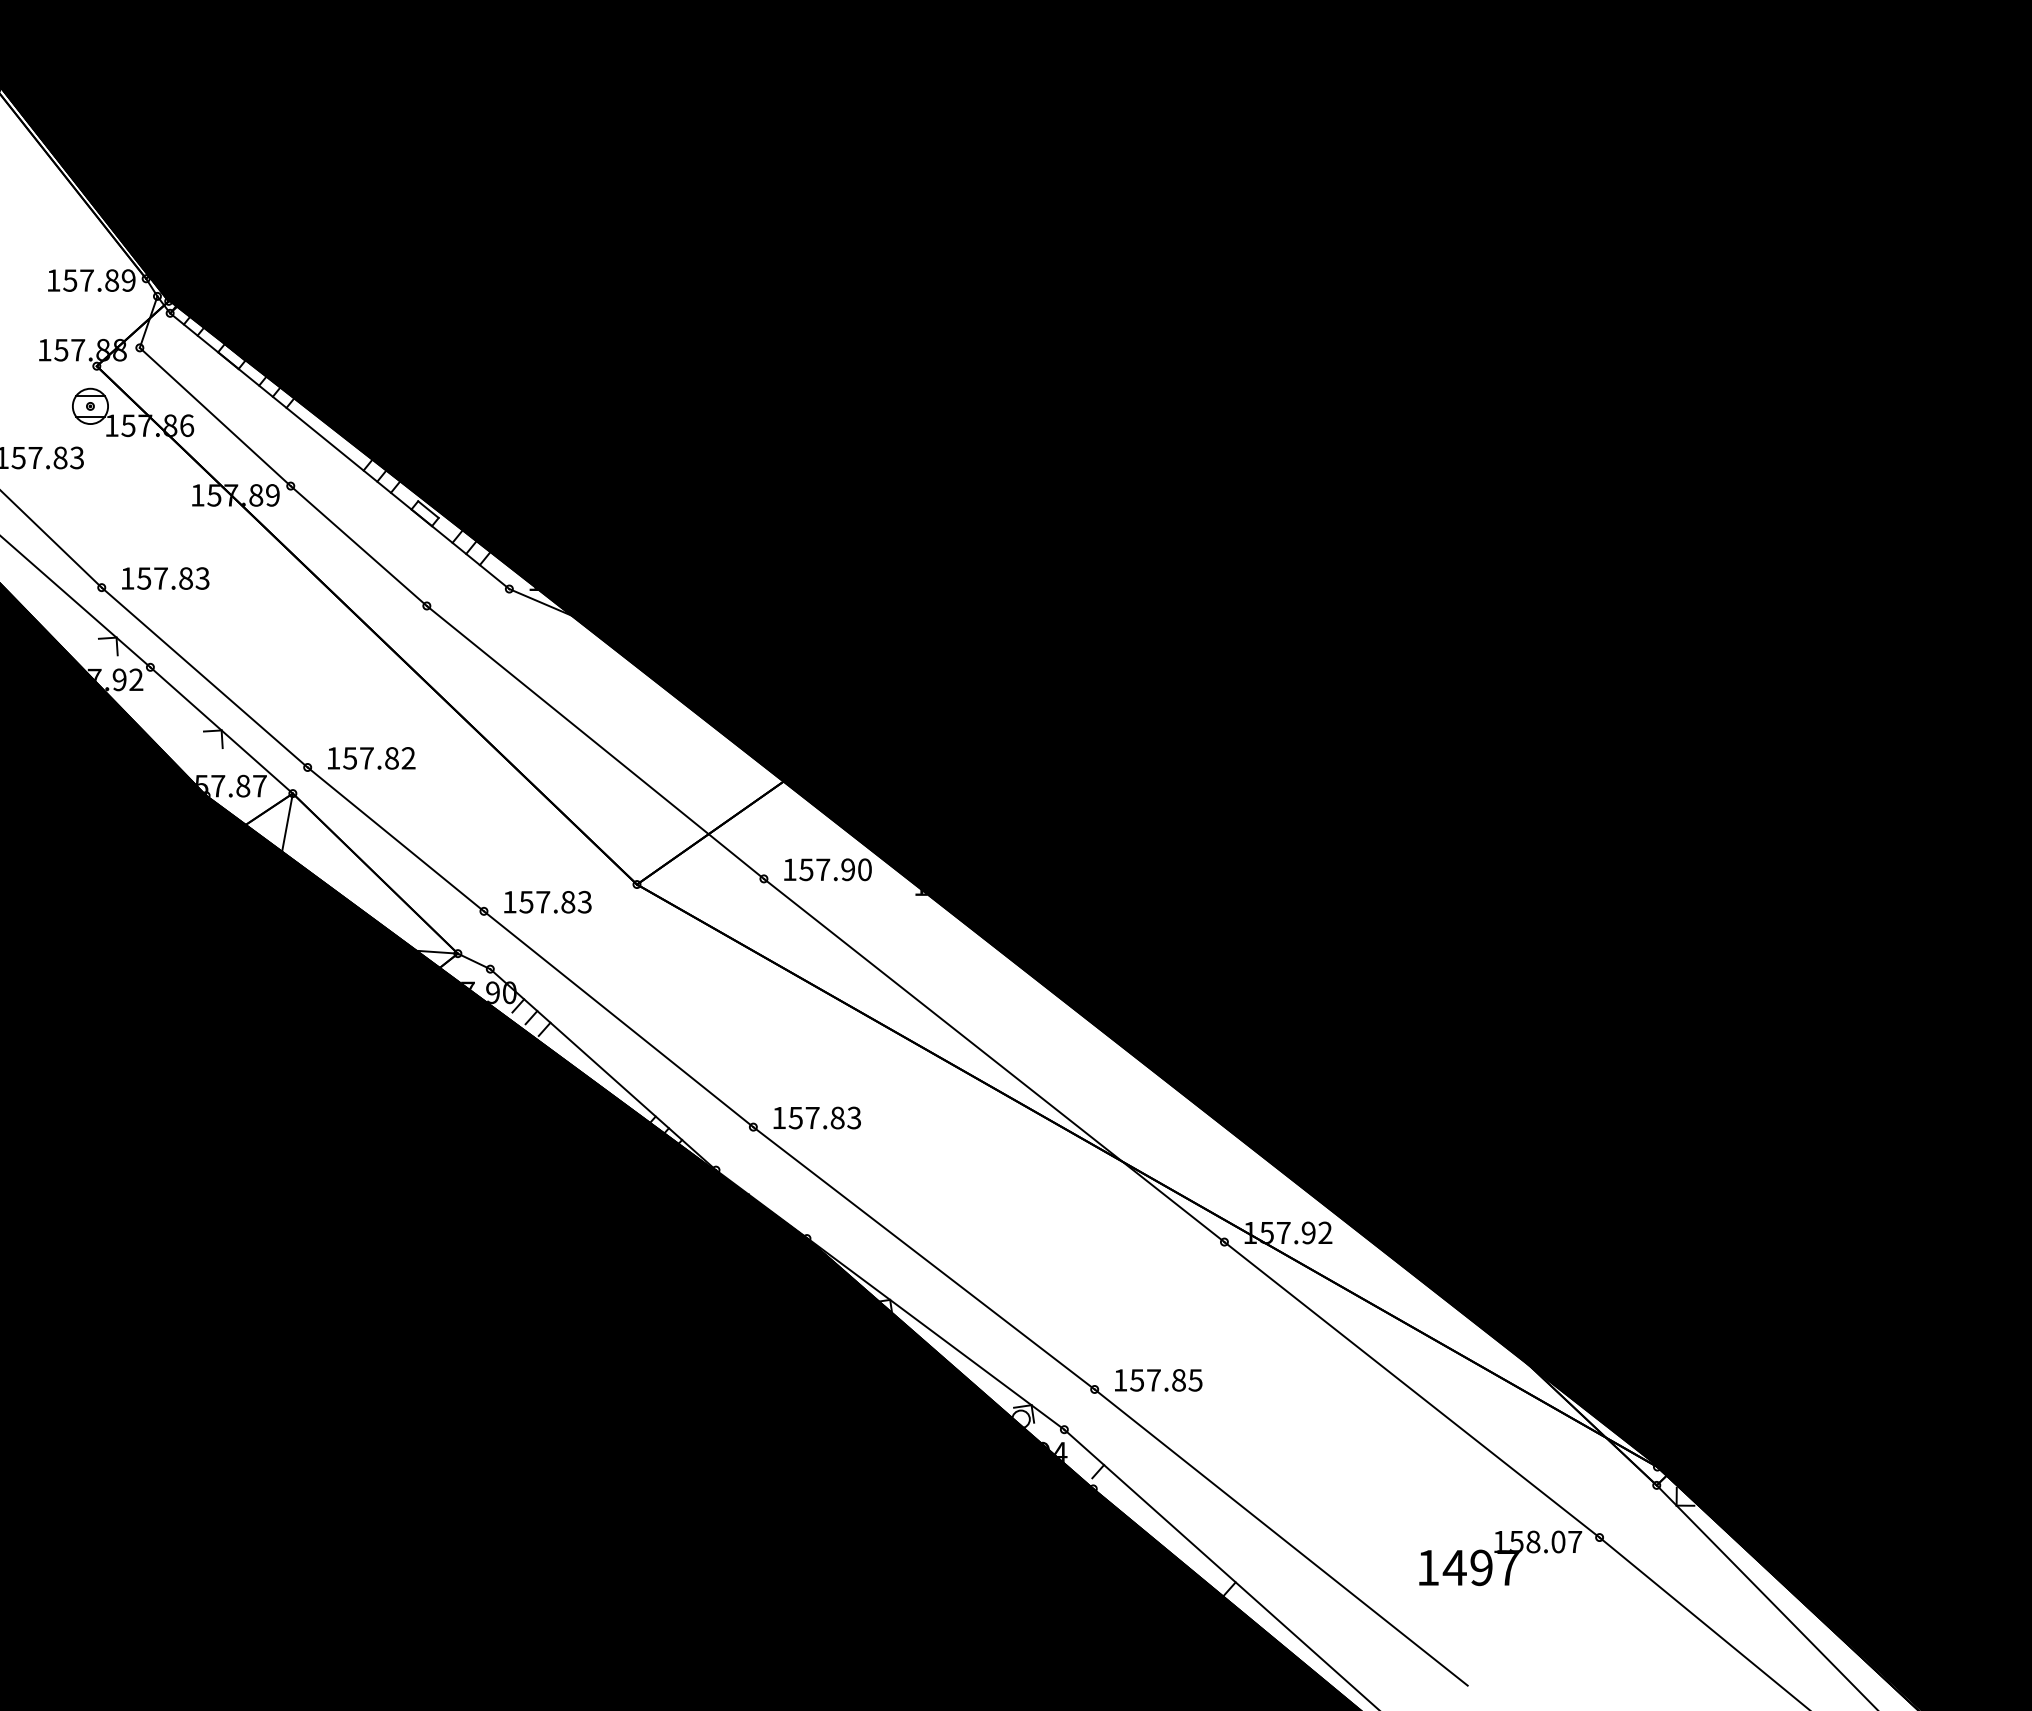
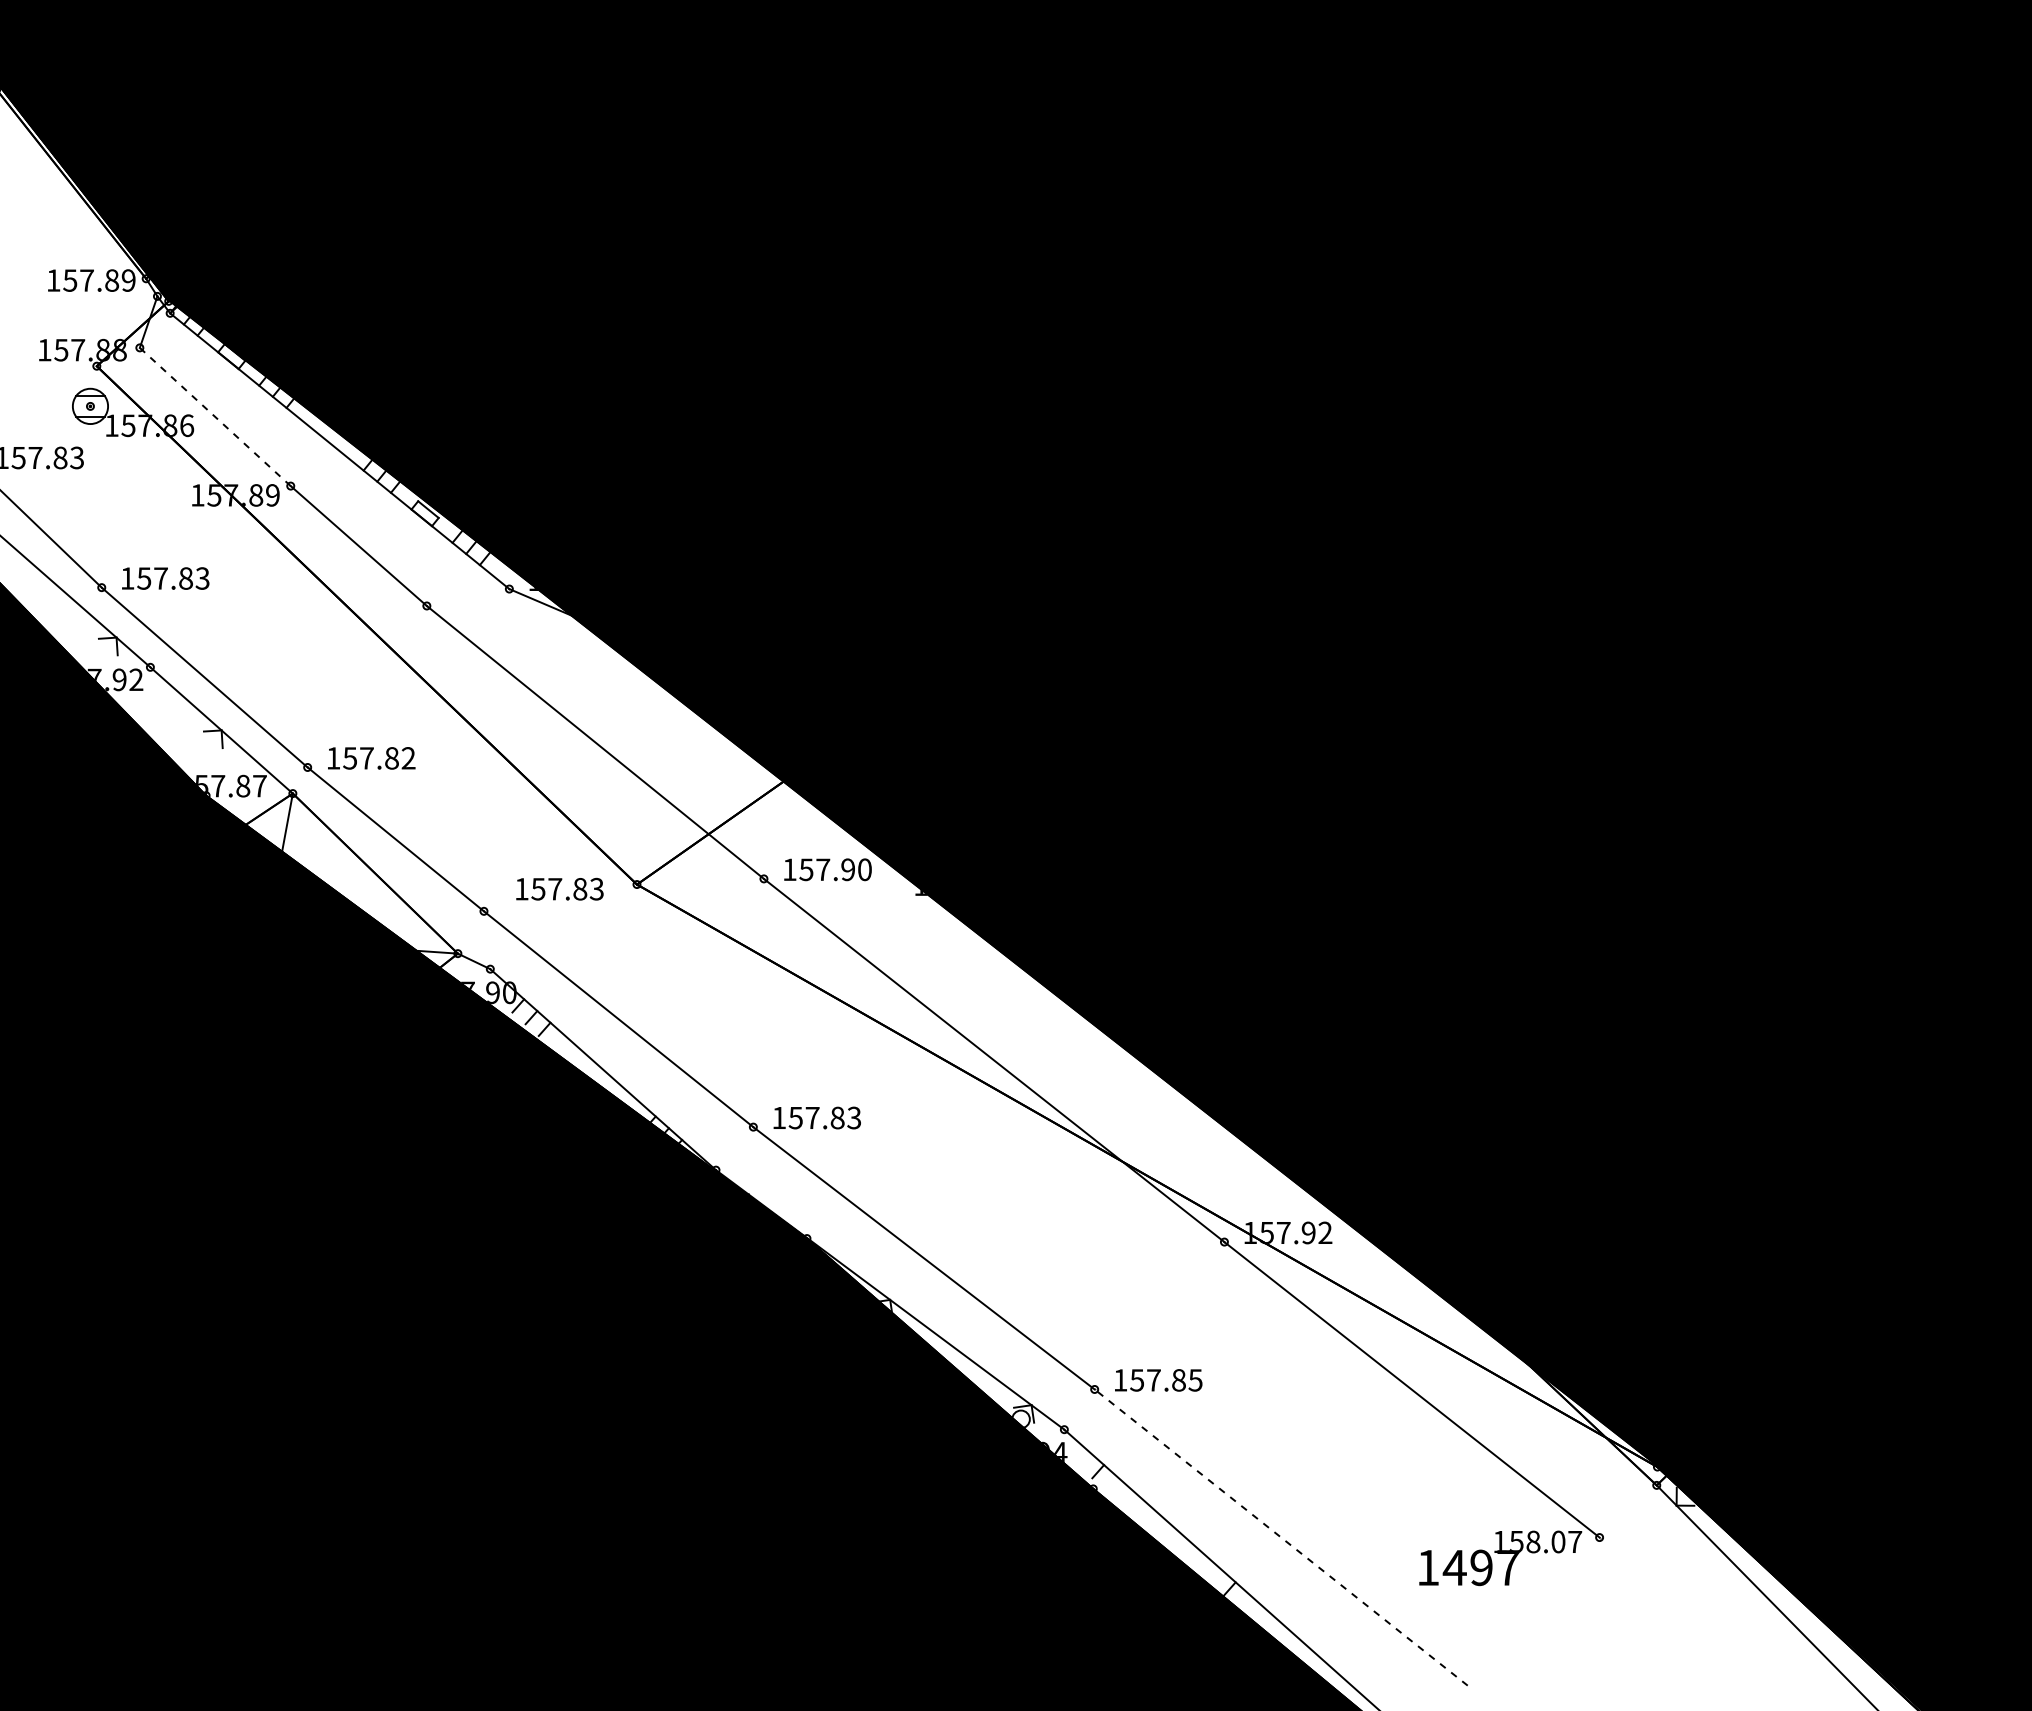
line at (214, 416): solid -> dashed
text at (547, 901) position: (547, 901) -> (559, 888)
line at (1280, 1537): solid -> dashed
line at (1702, 1622): present -> none
